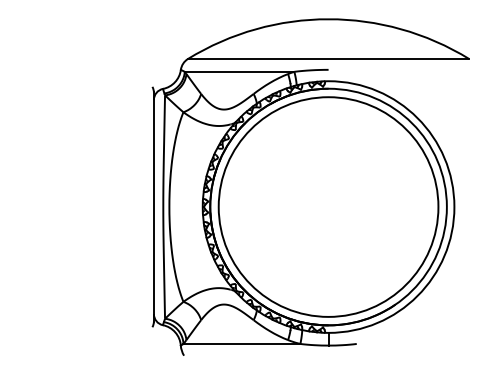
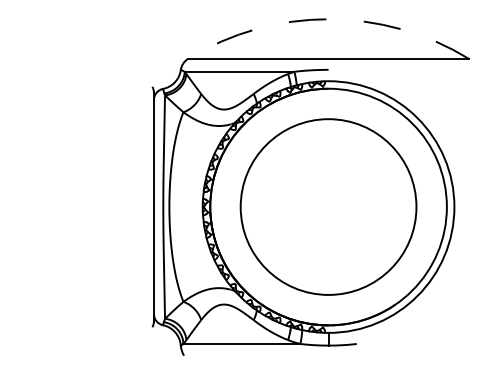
arc at (328, 19): solid -> dashed
circle at (328, 206) diameter: 220 px -> 176 px
